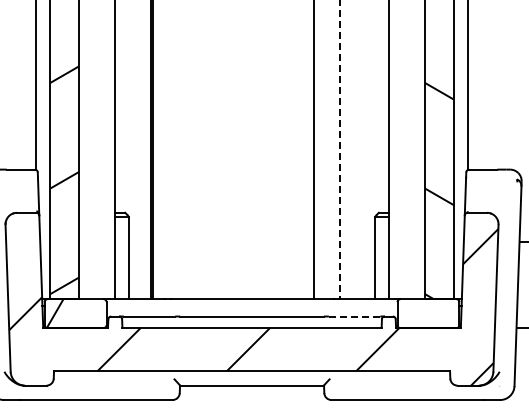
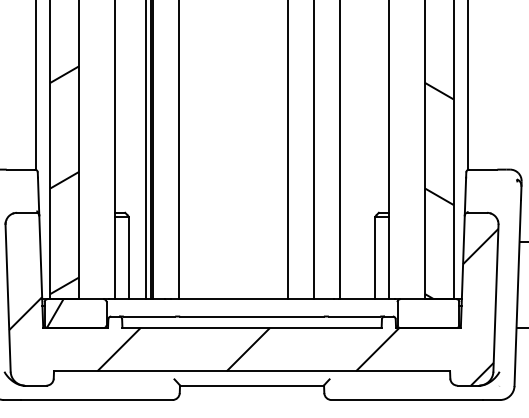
line at (145, 150): none -> present
line at (178, 150): none -> present
line at (288, 150): none -> present
line at (339, 150): dashed -> solid
line at (354, 316): dashed -> solid
